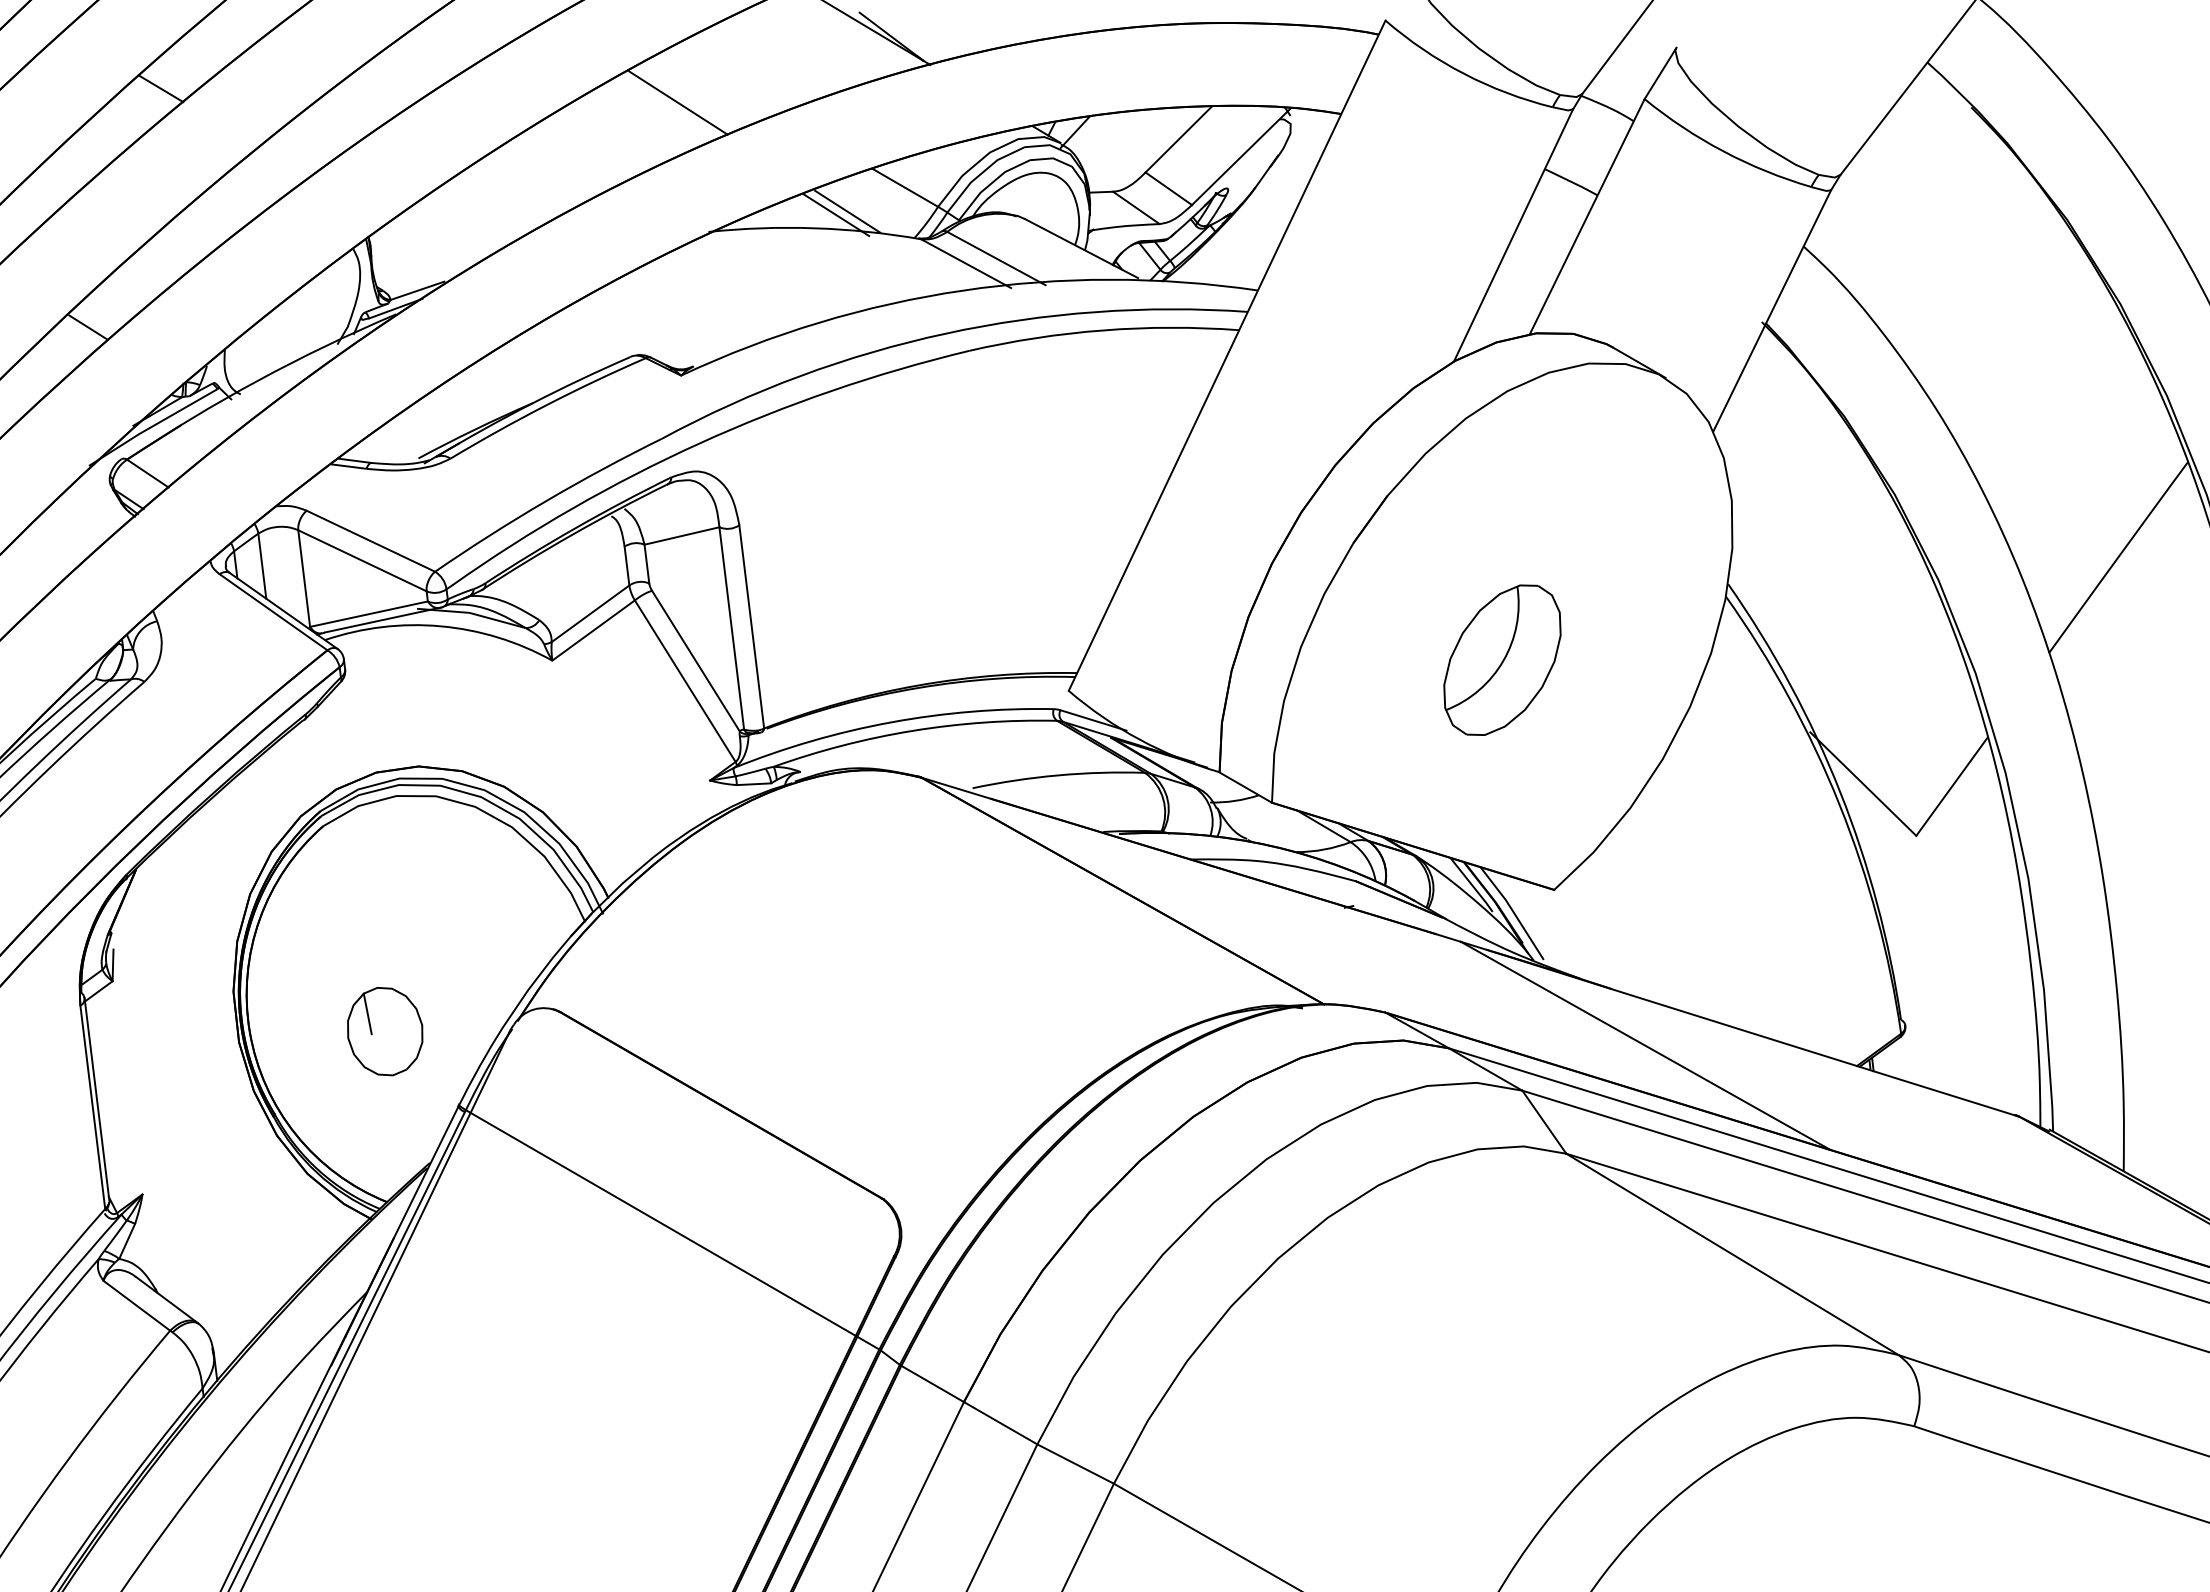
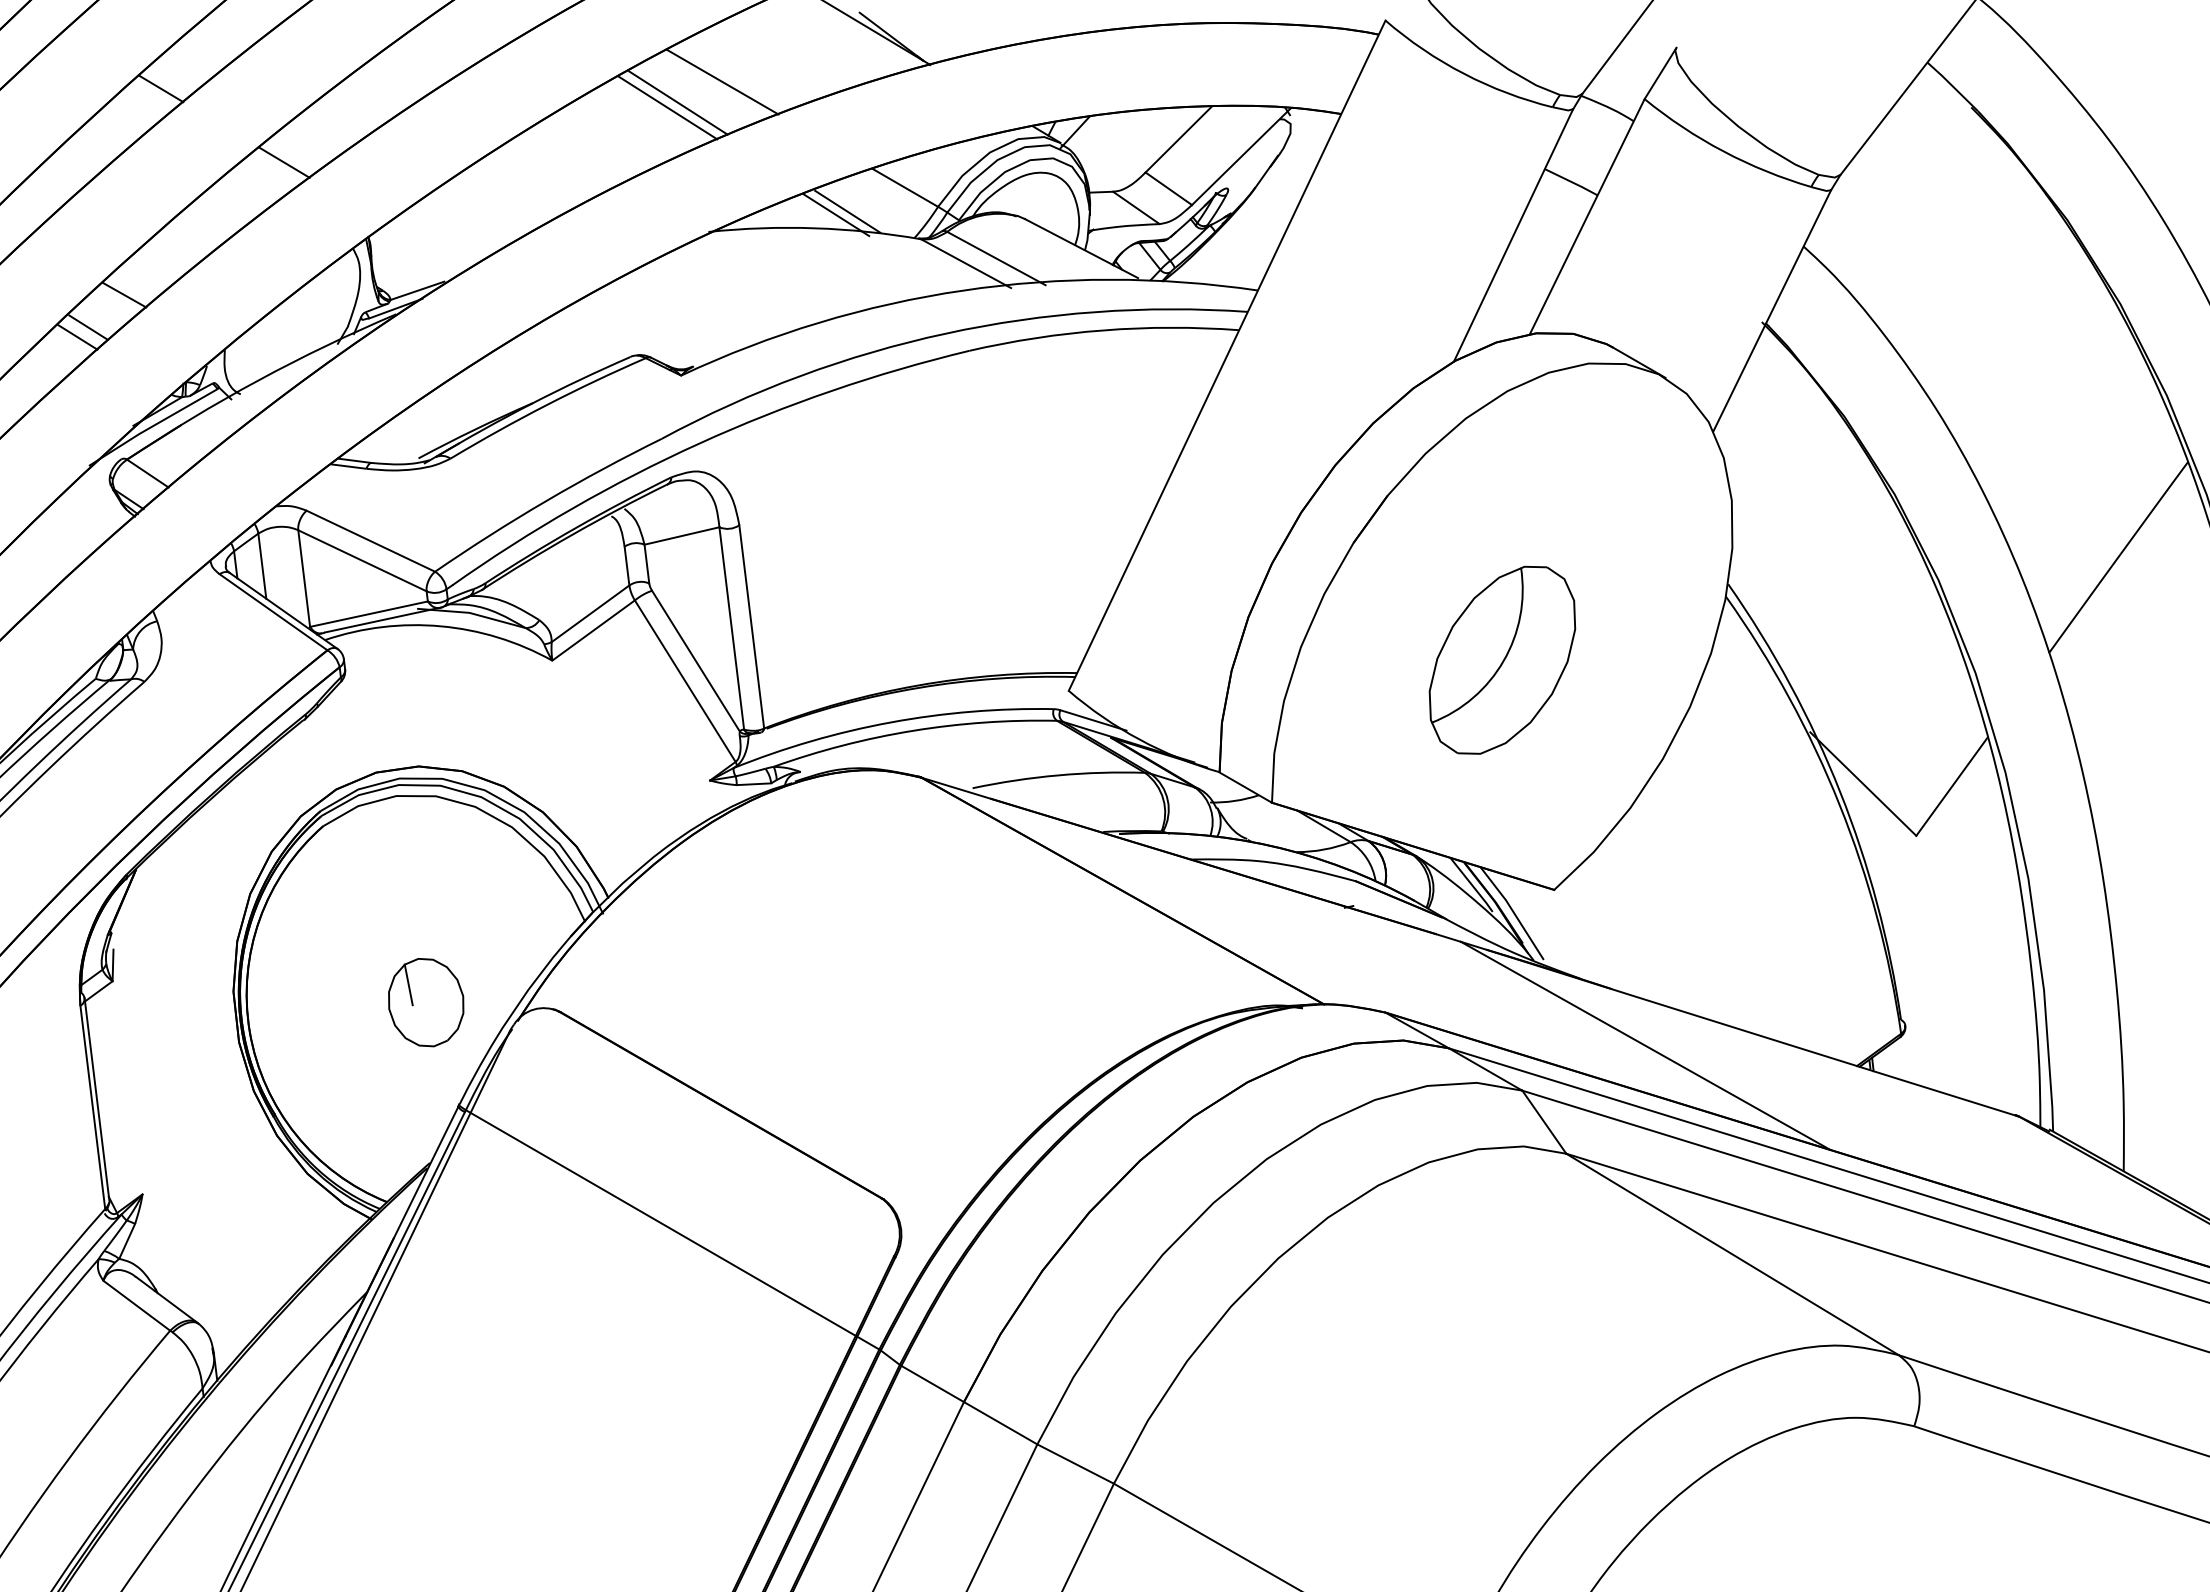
line at (722, 81): none -> present
line at (667, 107): none -> present
line at (284, 162): none -> present
line at (124, 294): none -> present
line at (77, 336): none -> present
part at (1502, 659) size: 119x152 px -> 149x190 px
part at (385, 1031) position: (385, 1031) -> (426, 1002)
